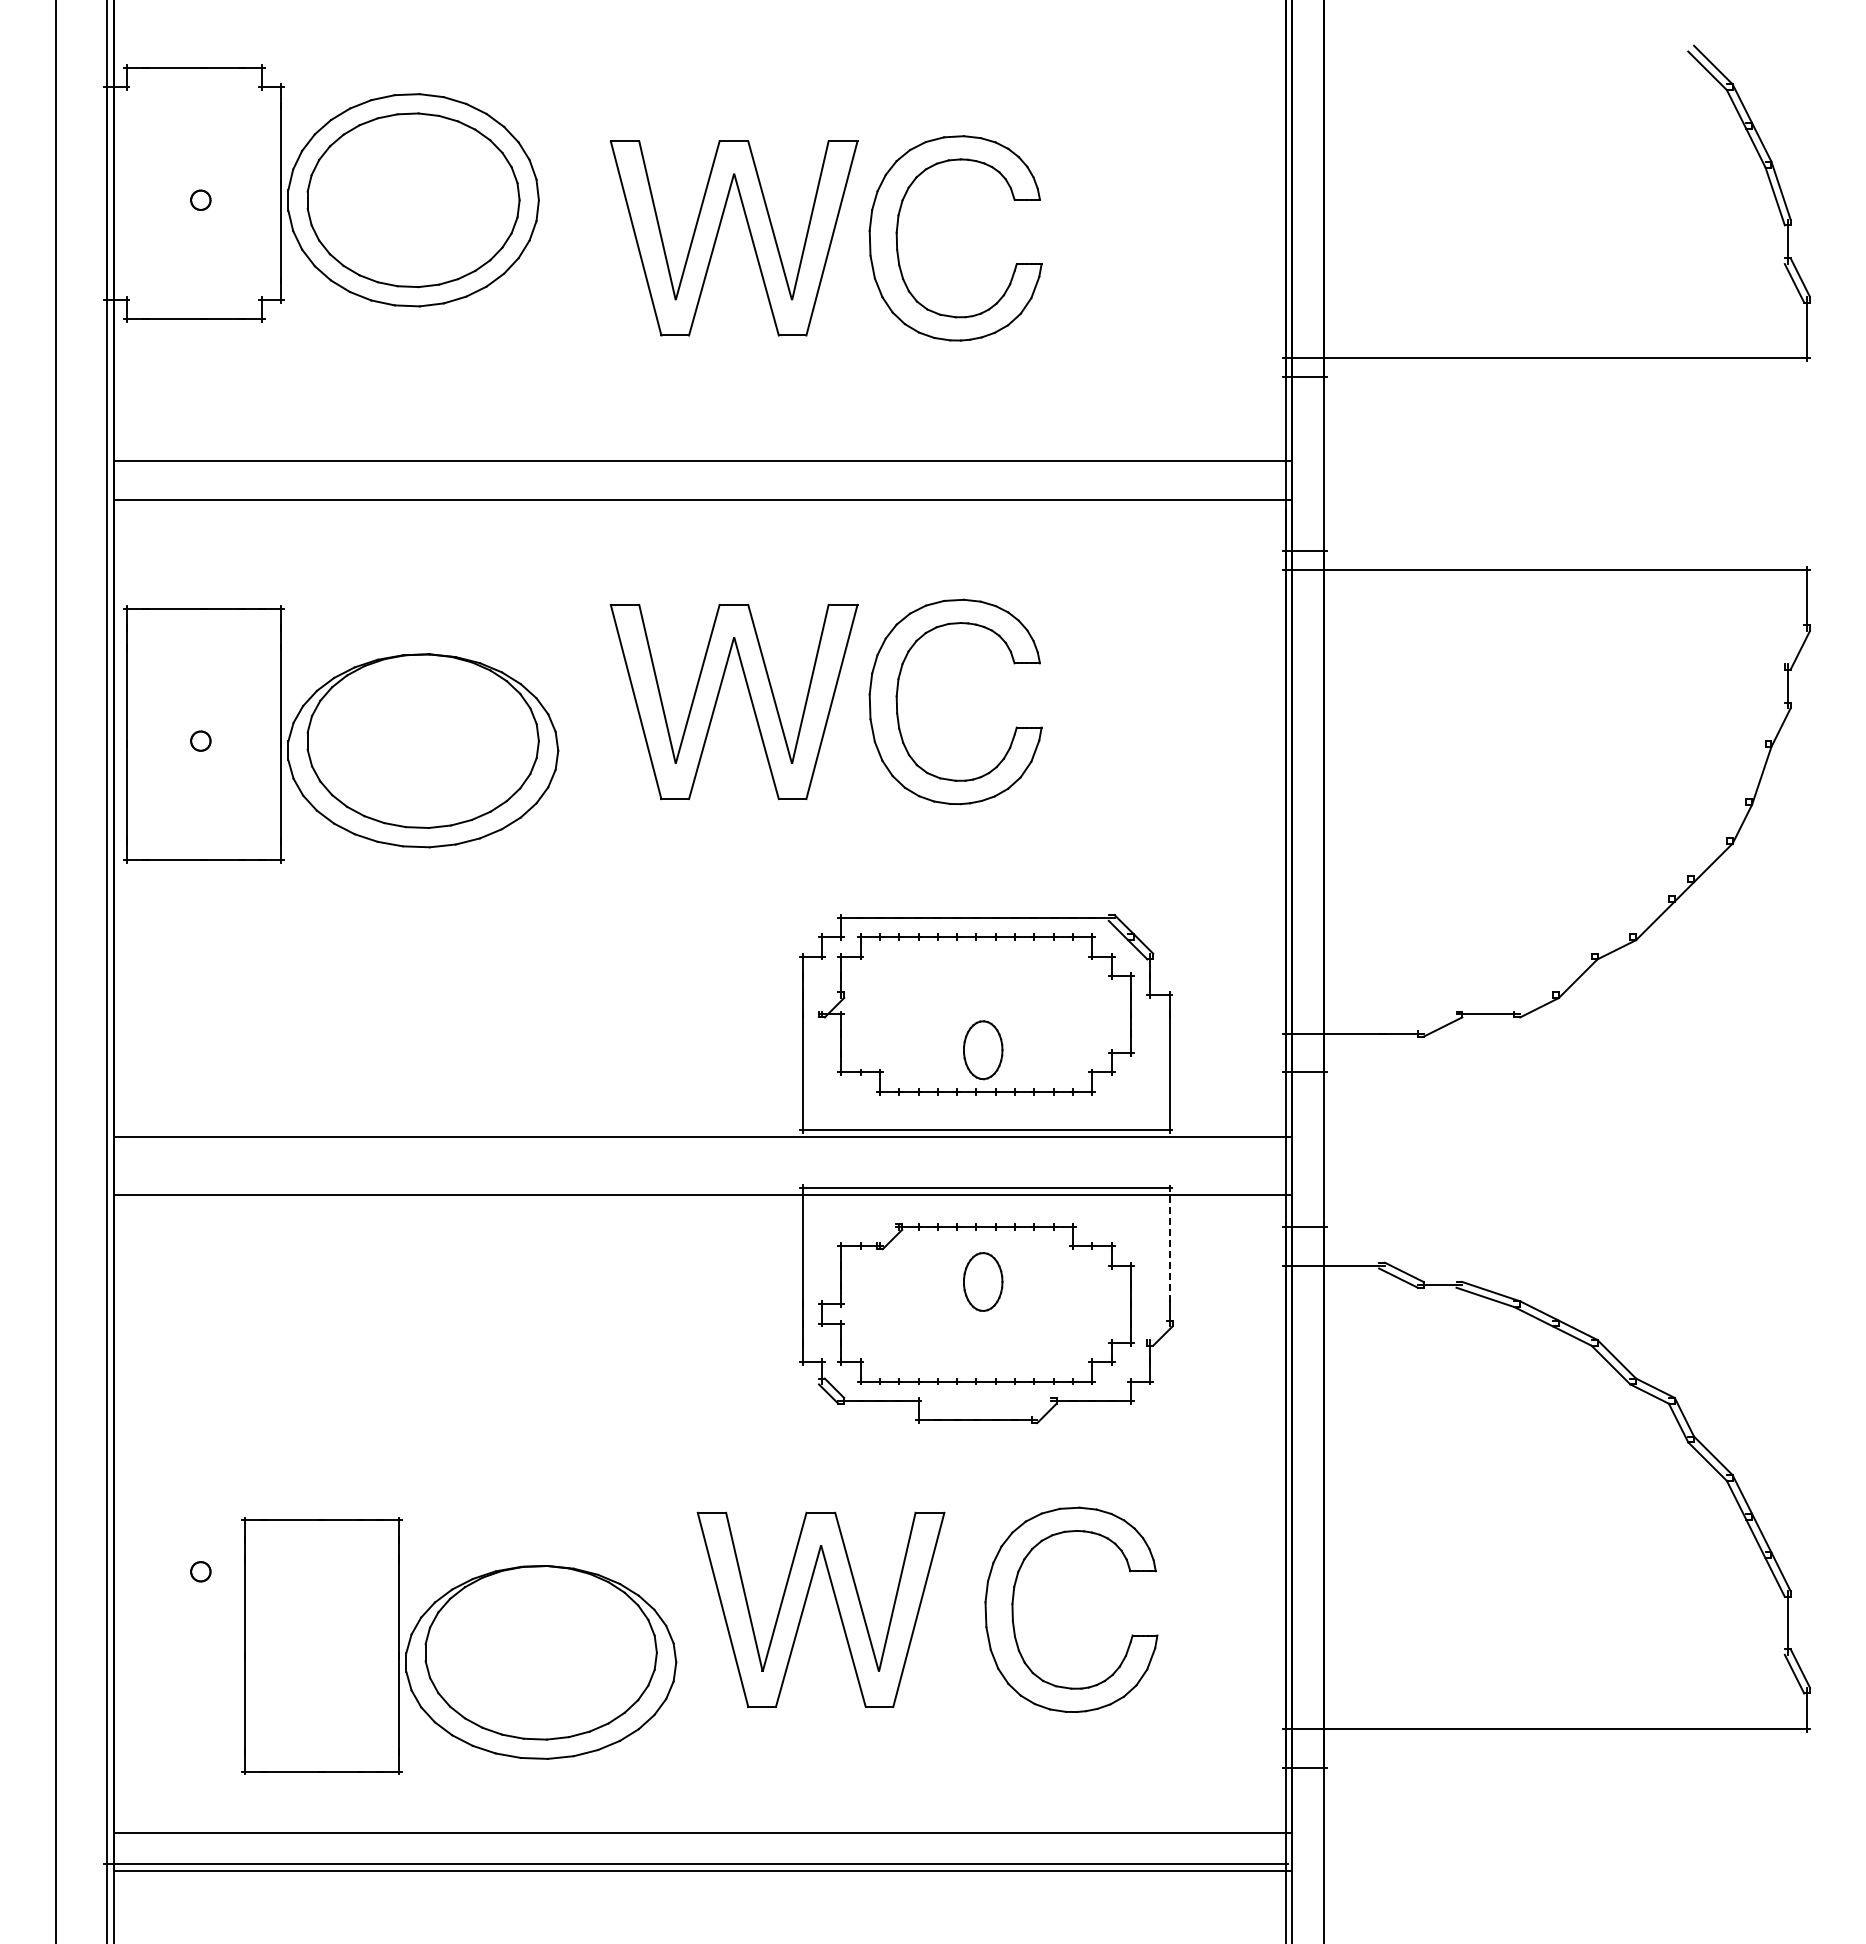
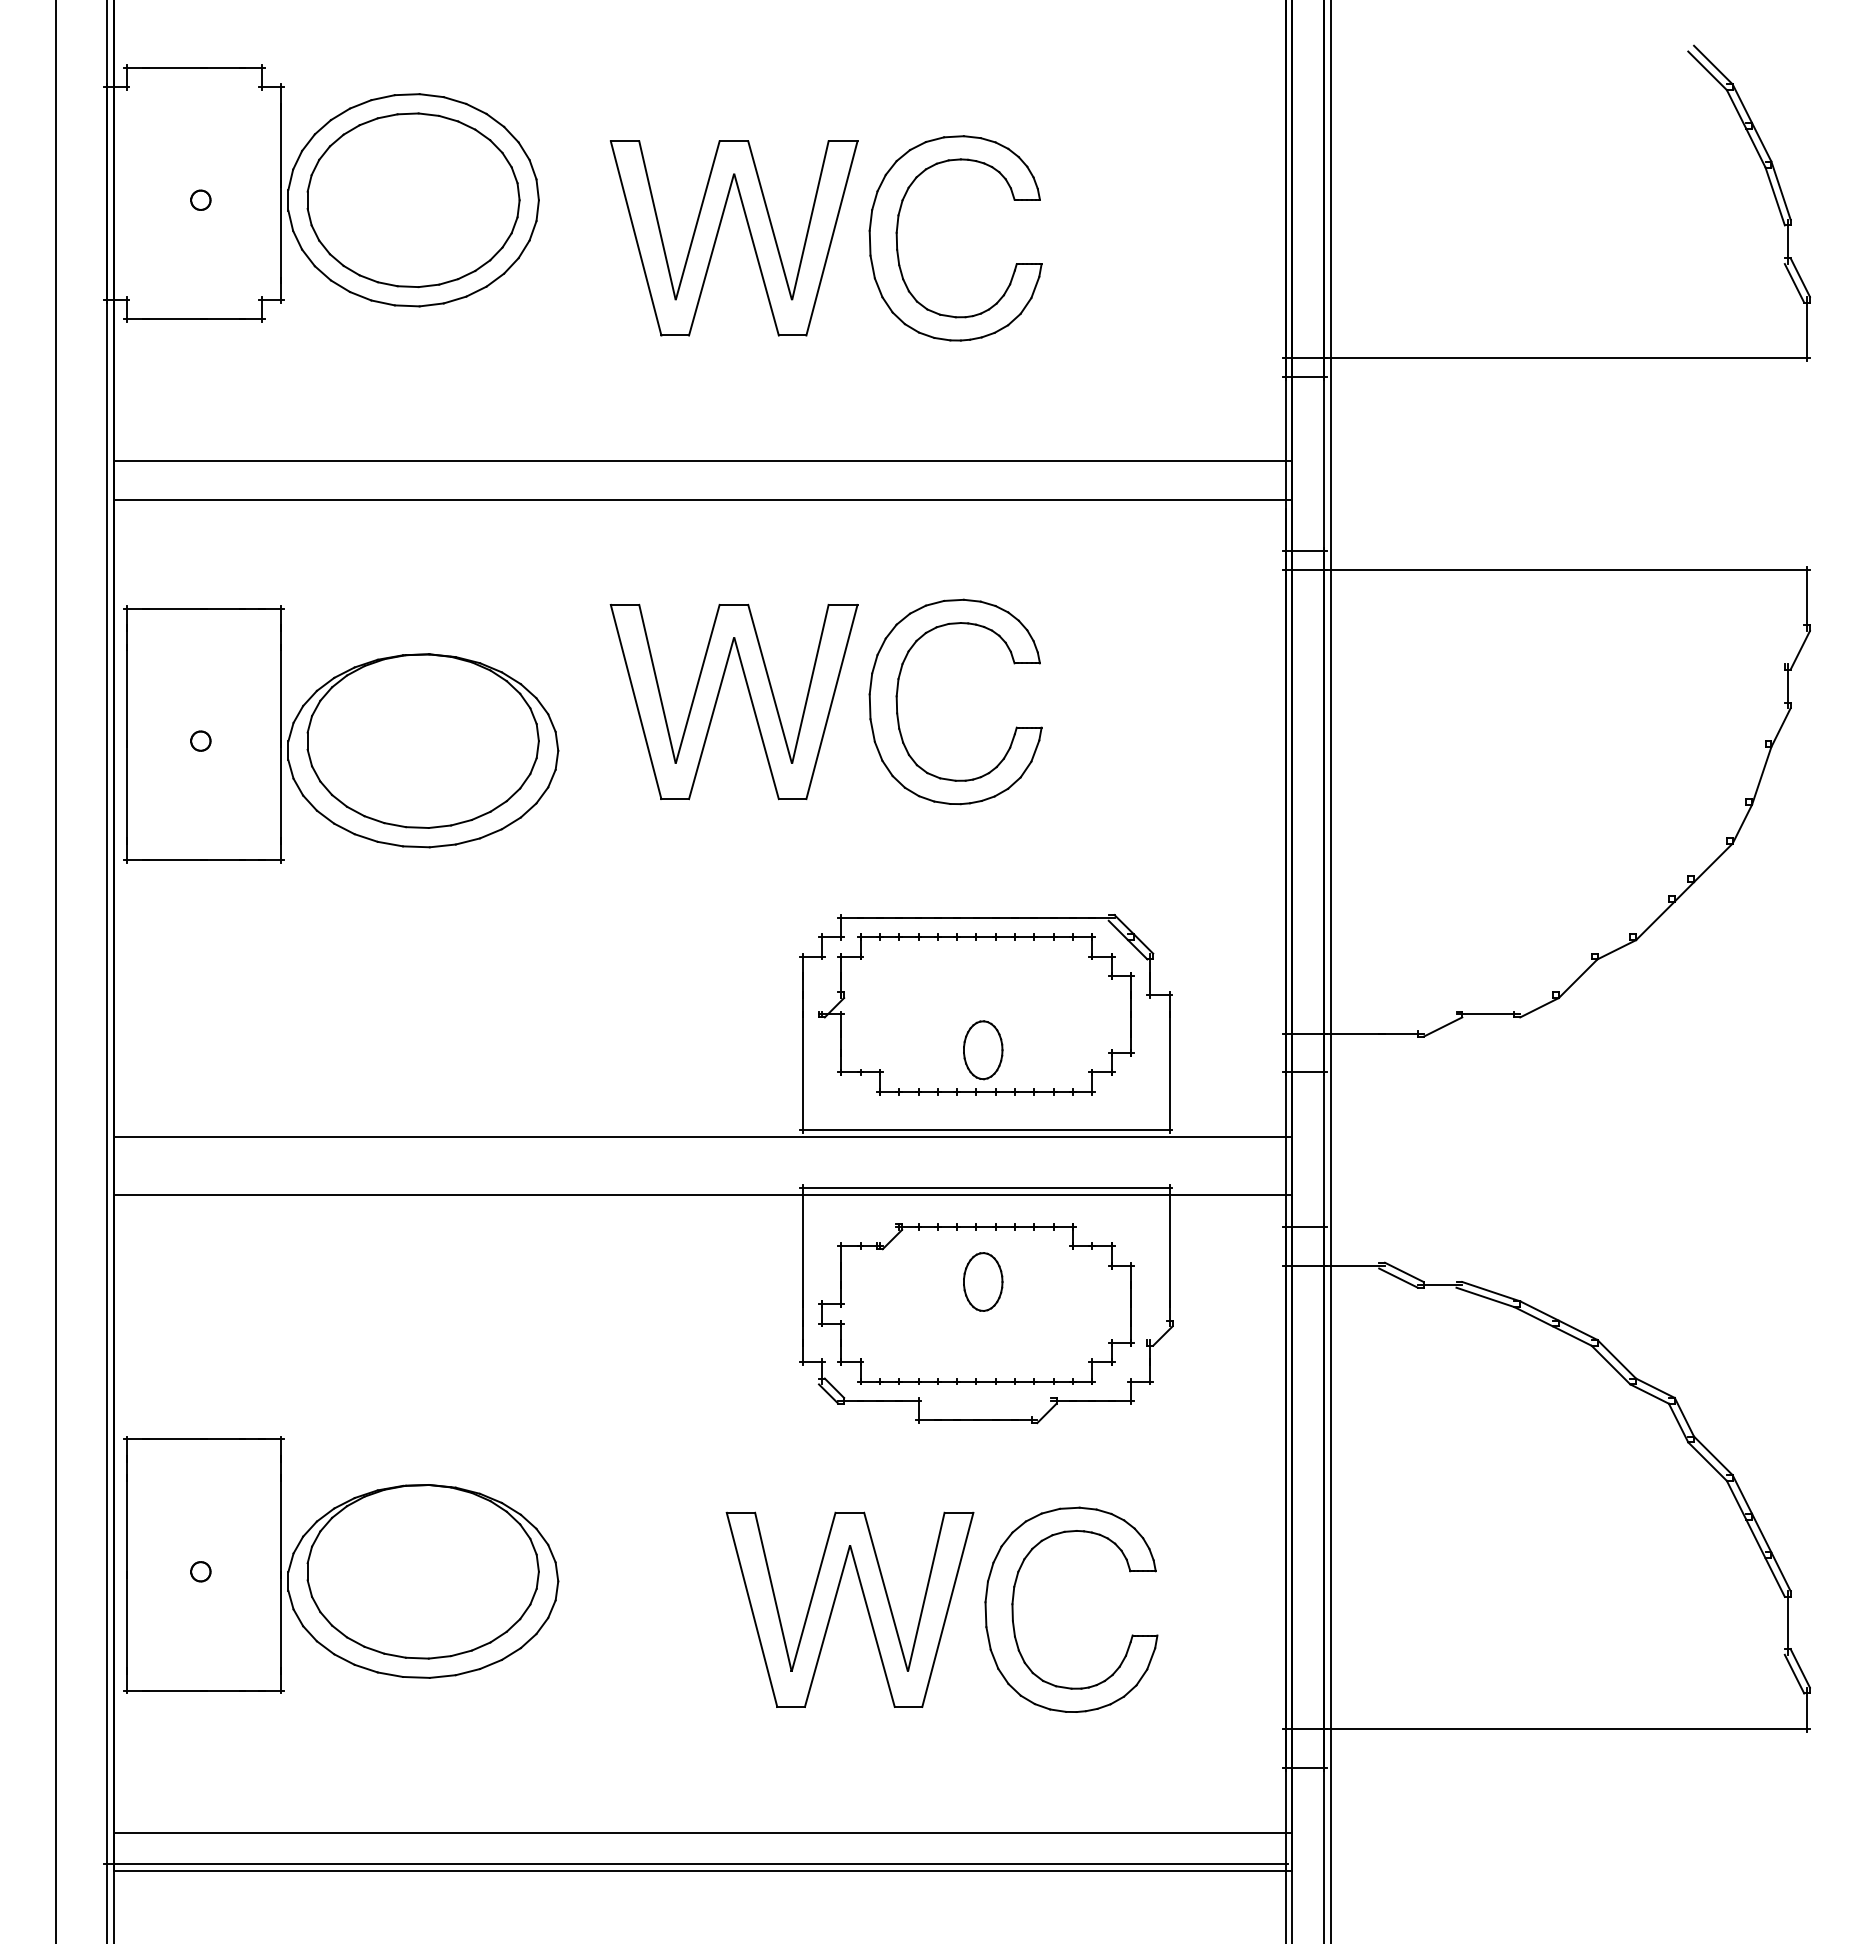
line at (1330, 971): none -> present
line at (1169, 1246): dashed -> solid
part at (805, 1605) position: (805, 1605) -> (834, 1605)
part at (459, 1645) position: (459, 1645) -> (341, 1564)
